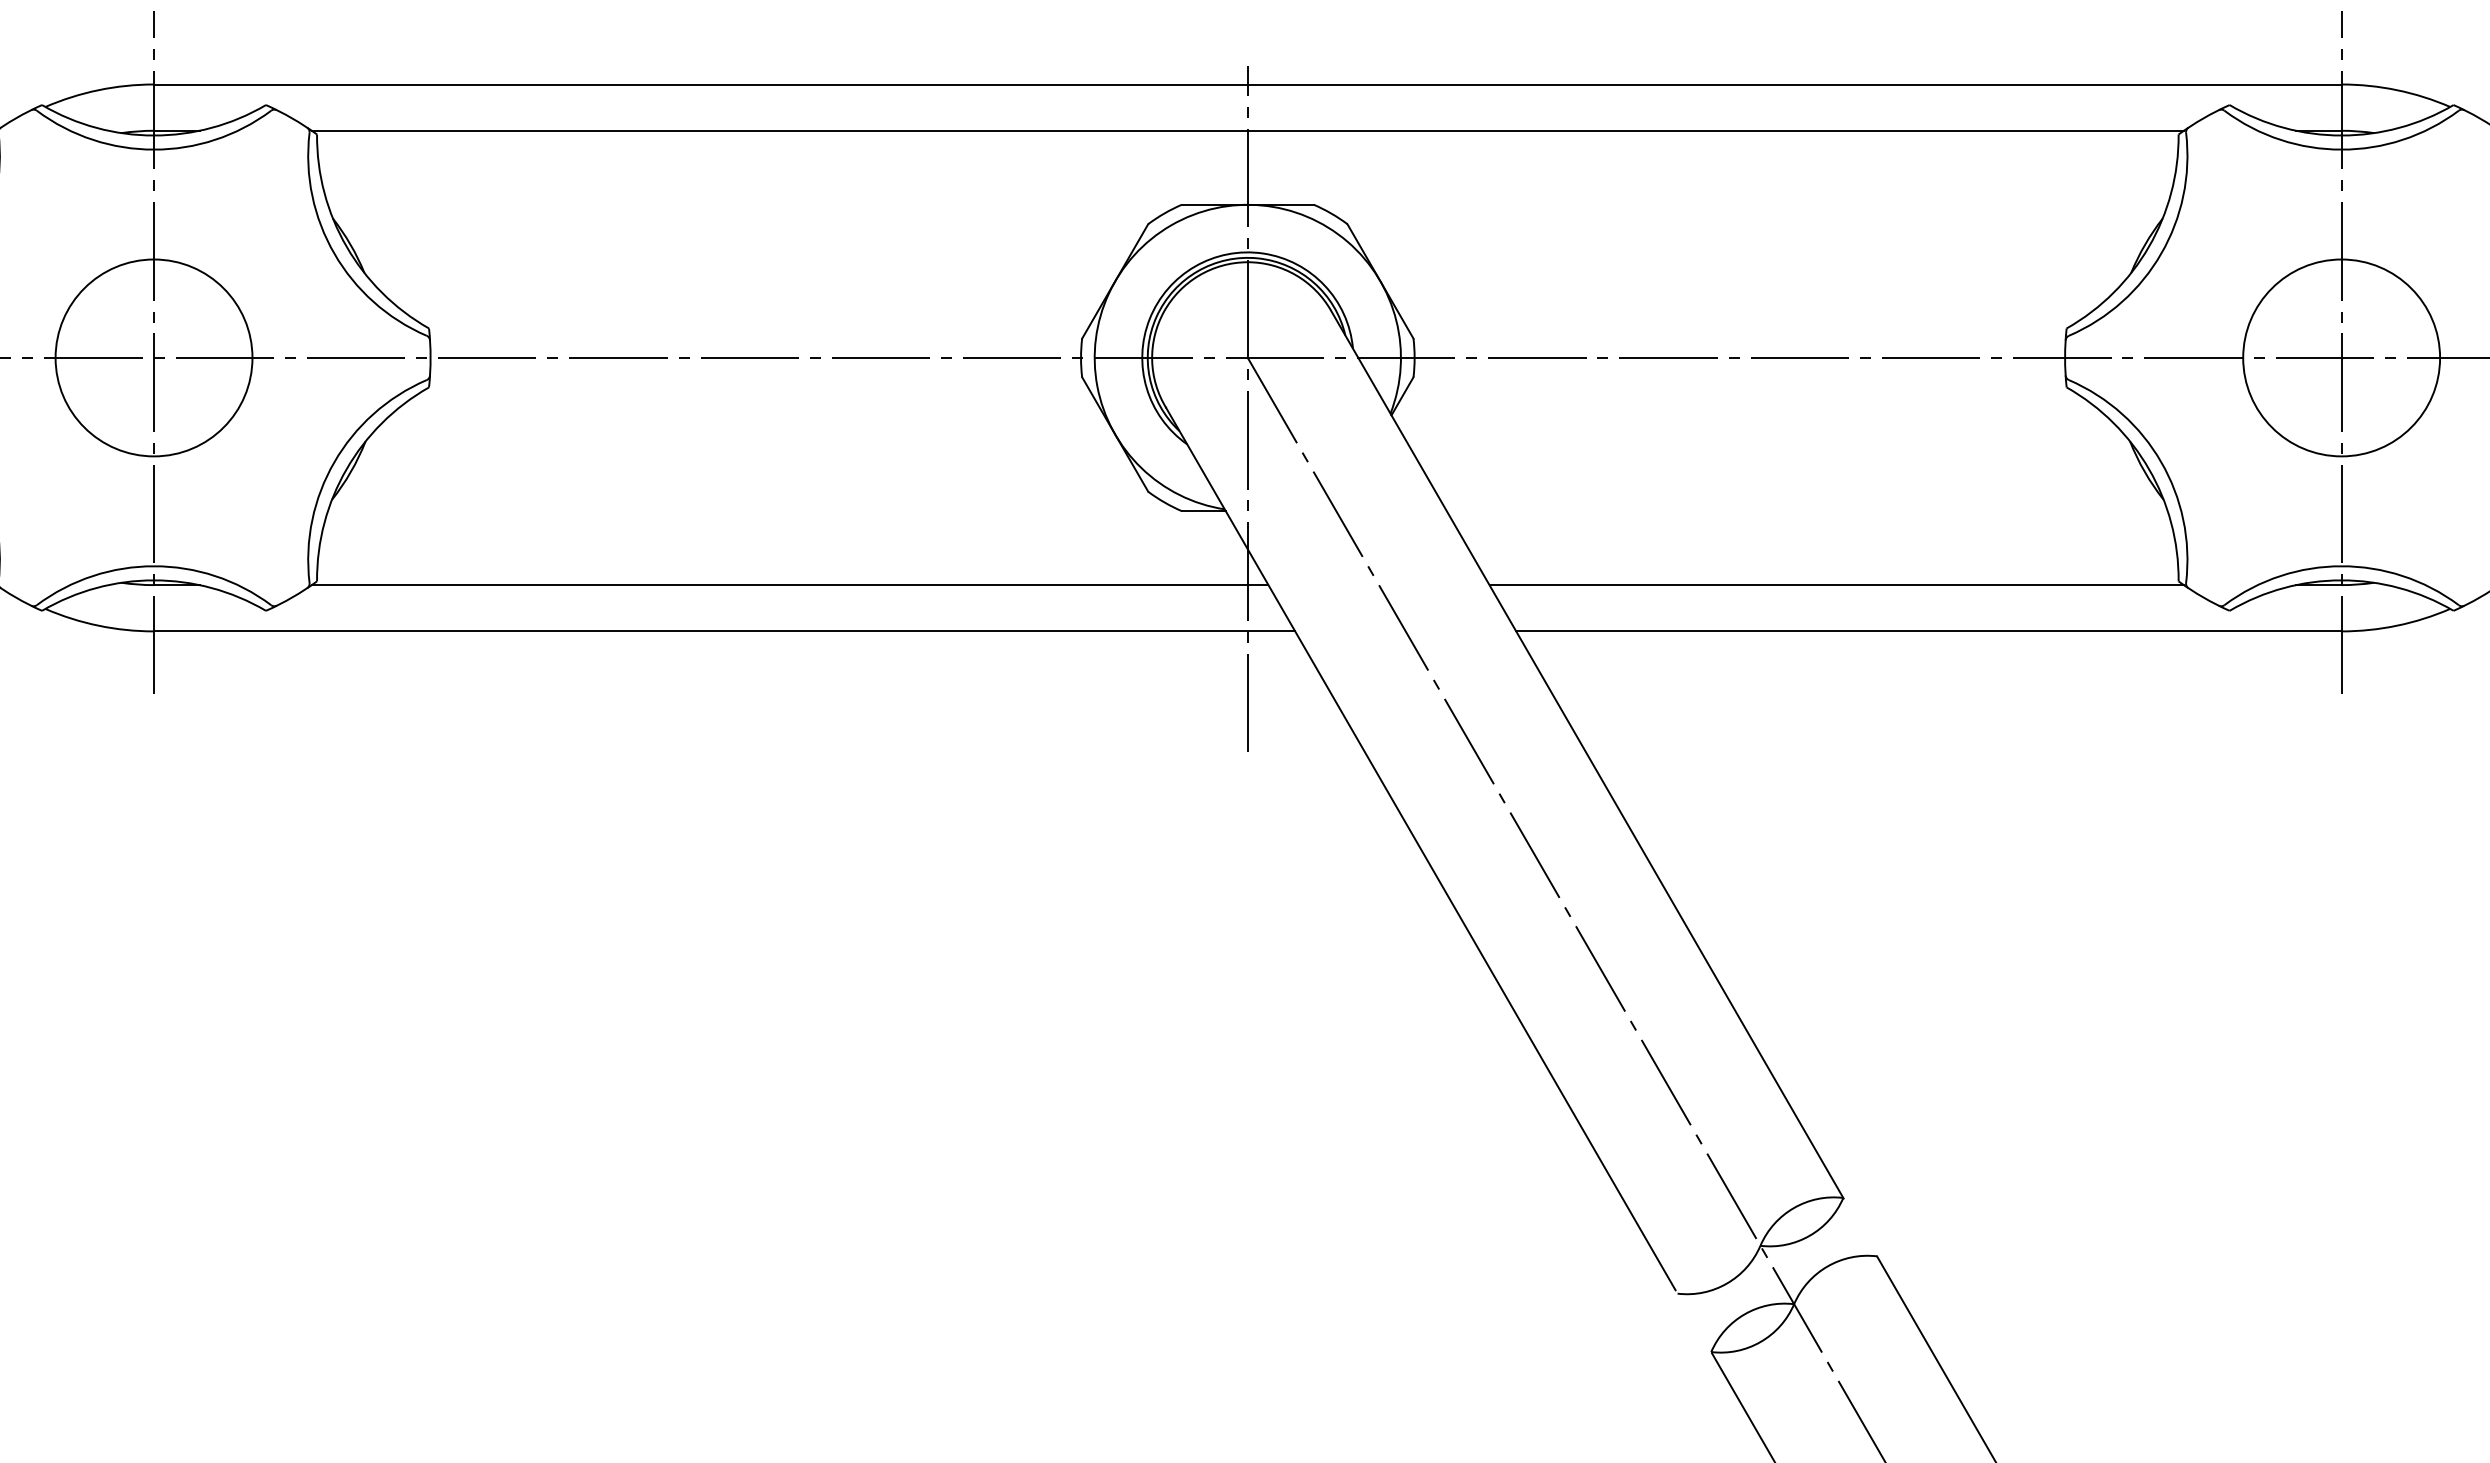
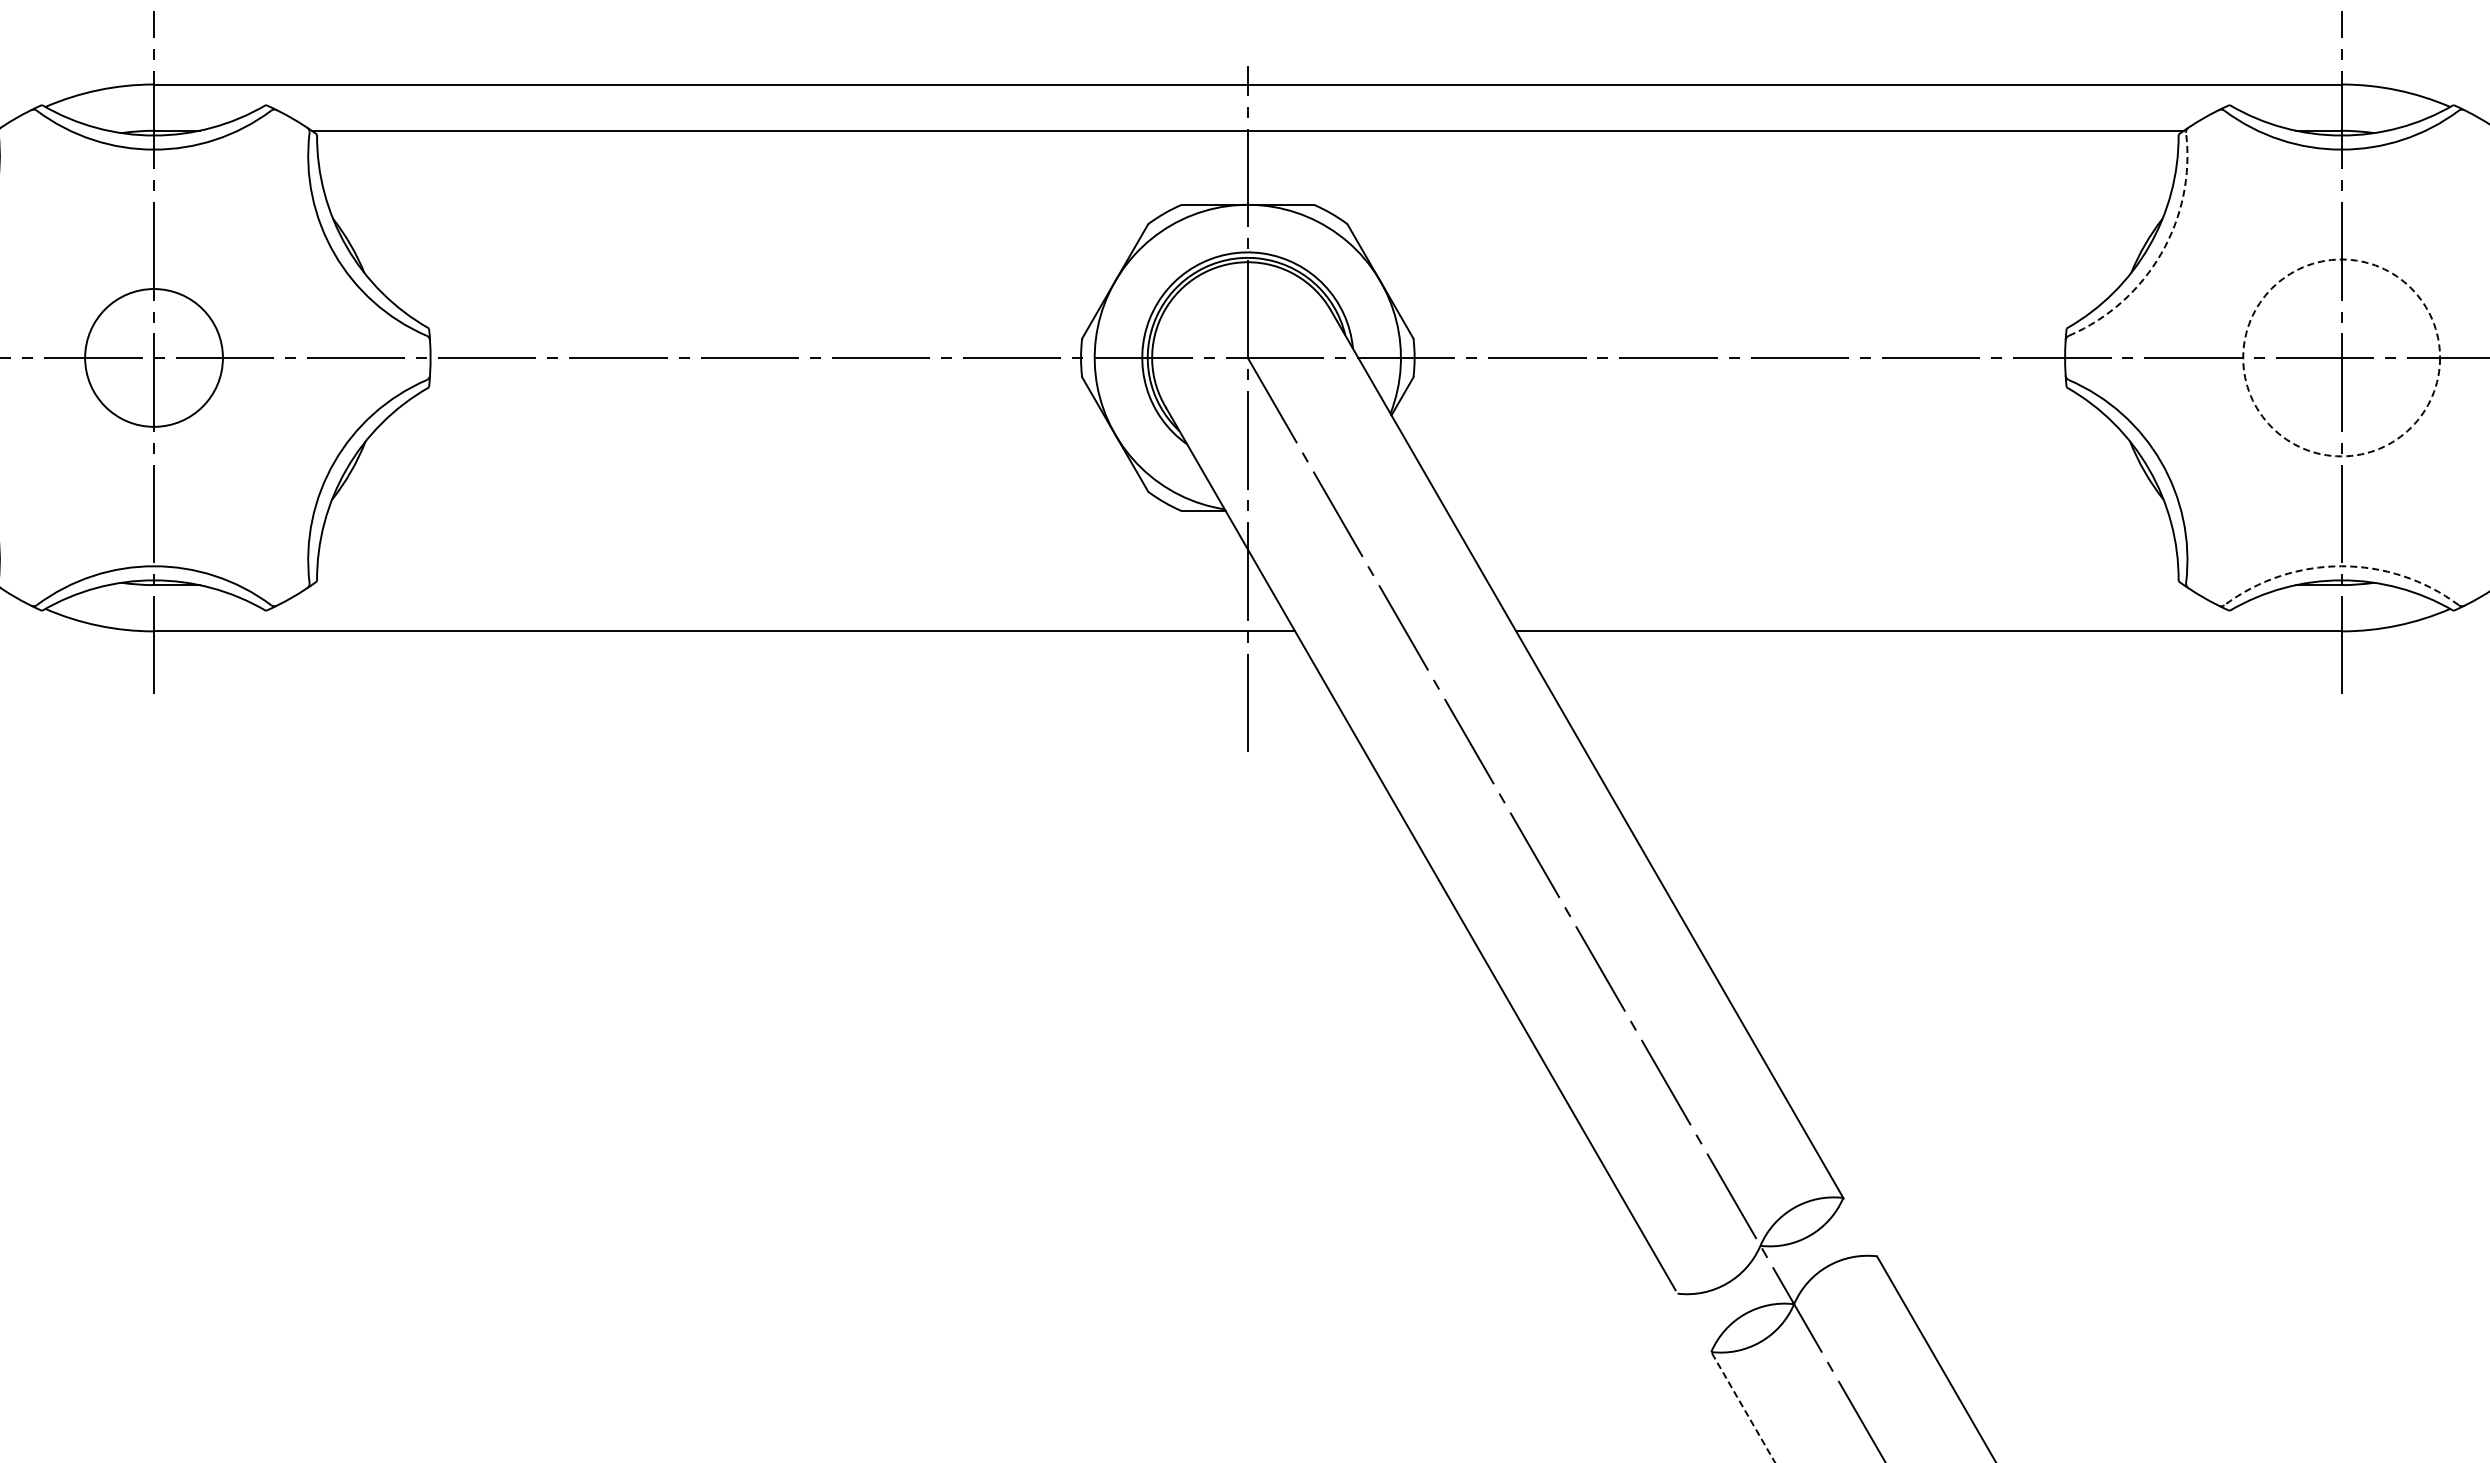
arc at (2161, 253): solid -> dashed
circle at (153, 357) diameter: 197 px -> 138 px
circle at (2341, 357): solid -> dashed
arc at (2341, 566): solid -> dashed
line at (789, 585): present -> none
line at (1836, 585): present -> none
line at (1743, 1407): solid -> dashed
